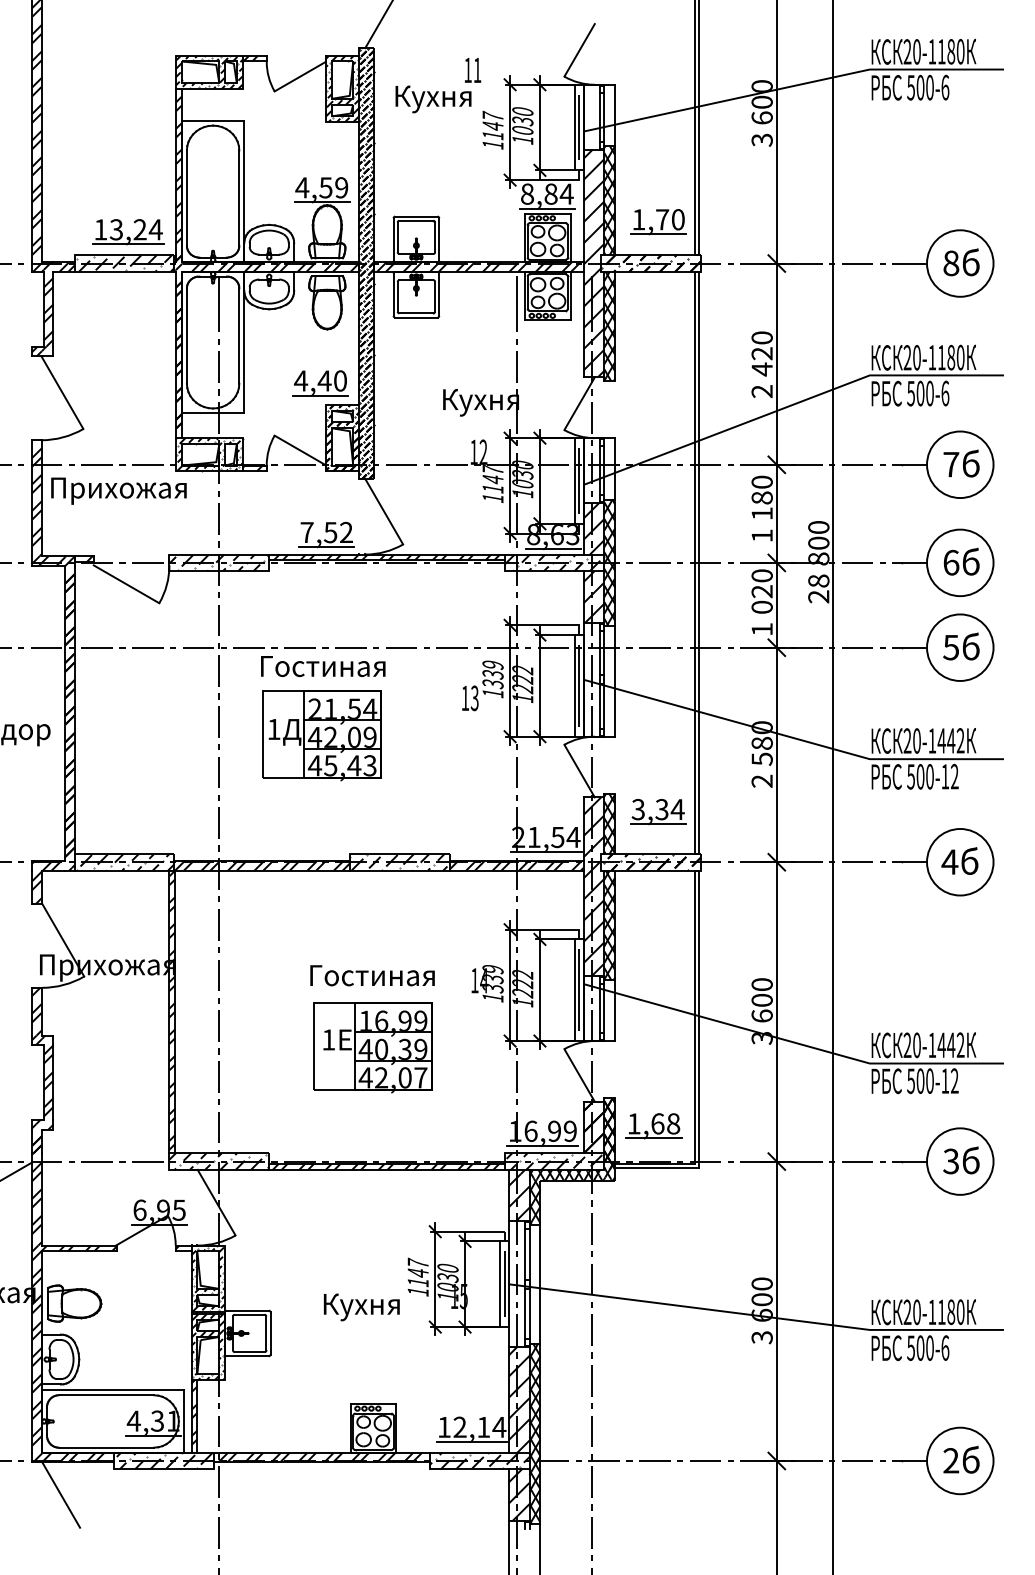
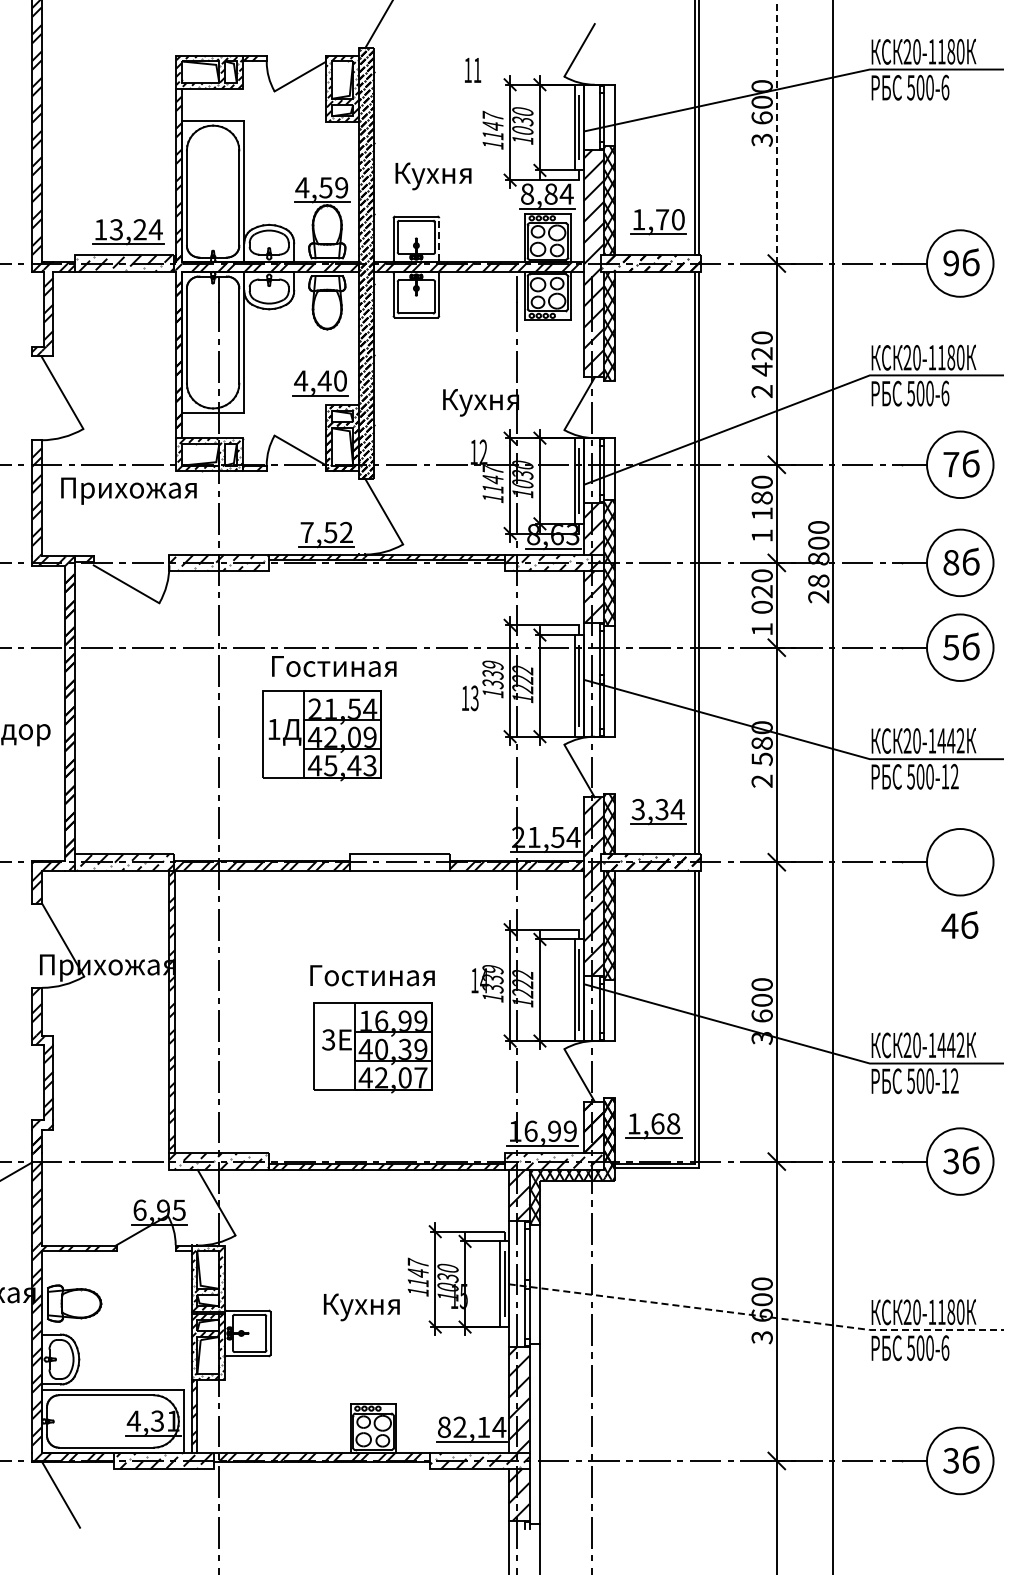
text at (433, 99) position: (433, 99) -> (433, 176)
line at (776, 131): solid -> dashed
line at (439, 238): solid -> dashed
text at (951, 263): 8 -> 9
text at (118, 490) position: (118, 490) -> (128, 490)
text at (951, 562): 6 -> 8
text at (323, 666) position: (323, 666) -> (334, 666)
text at (959, 860) position: (959, 860) -> (959, 924)
hatch at (398, 861): present -> none
text at (328, 1039): 1 -> 3
line at (756, 1315): solid -> dashed
text at (444, 1427): 12,14 -> 82,14
hatch at (534, 1433): present -> none
text at (951, 1460): 2 -> 3
